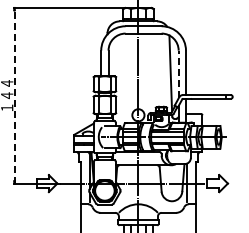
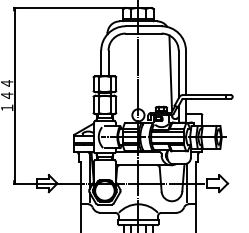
line at (178, 74): dashed -> solid
line at (14, 95): dashed -> solid
